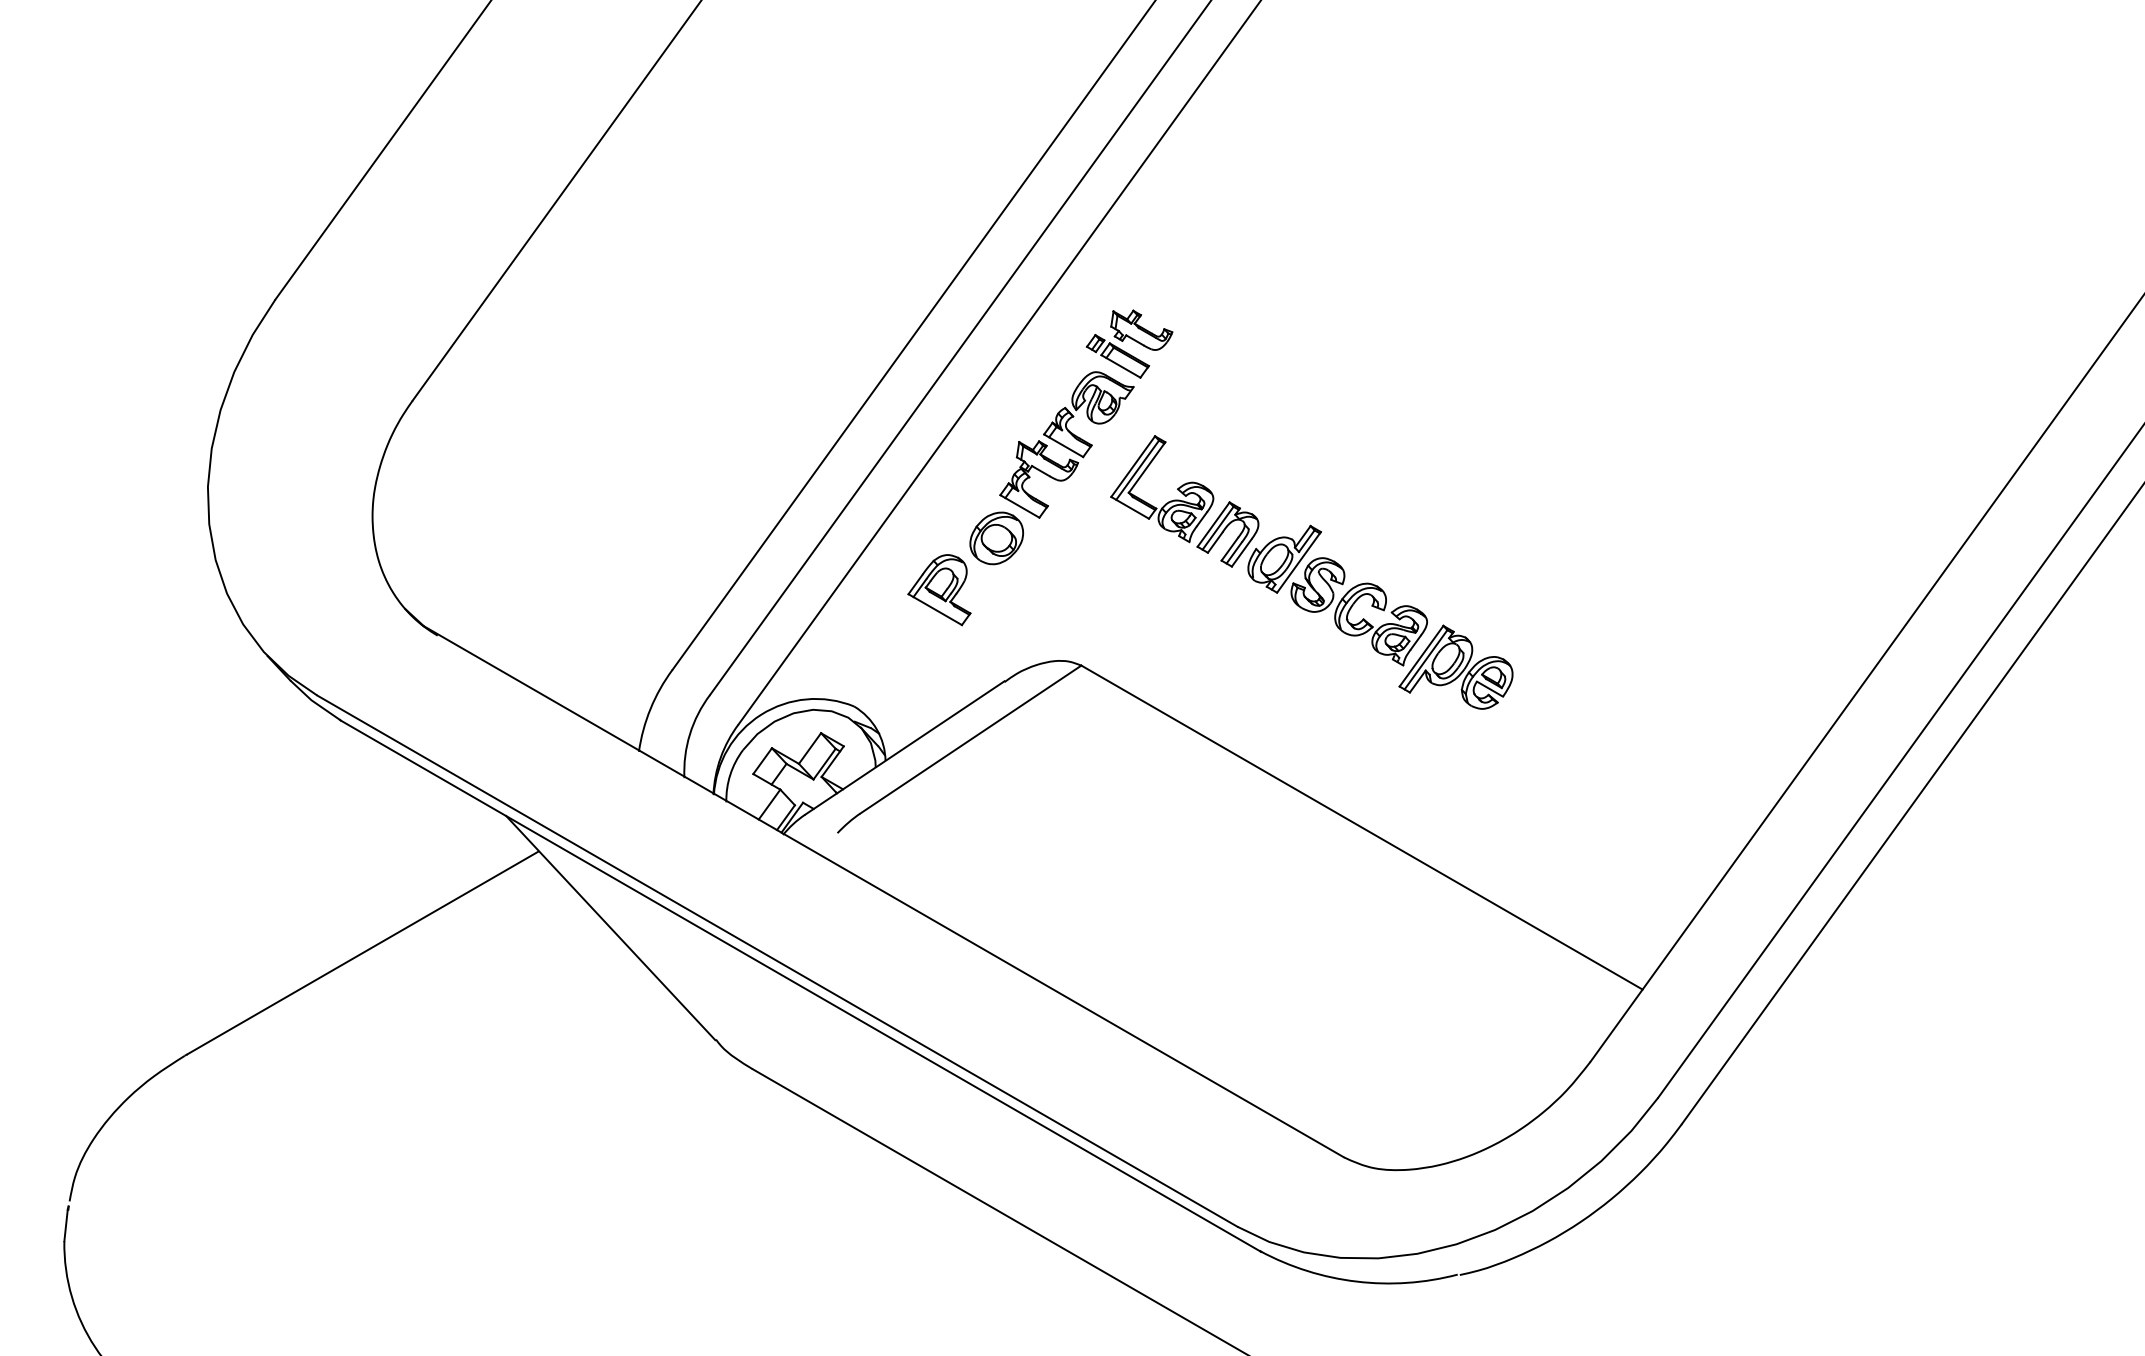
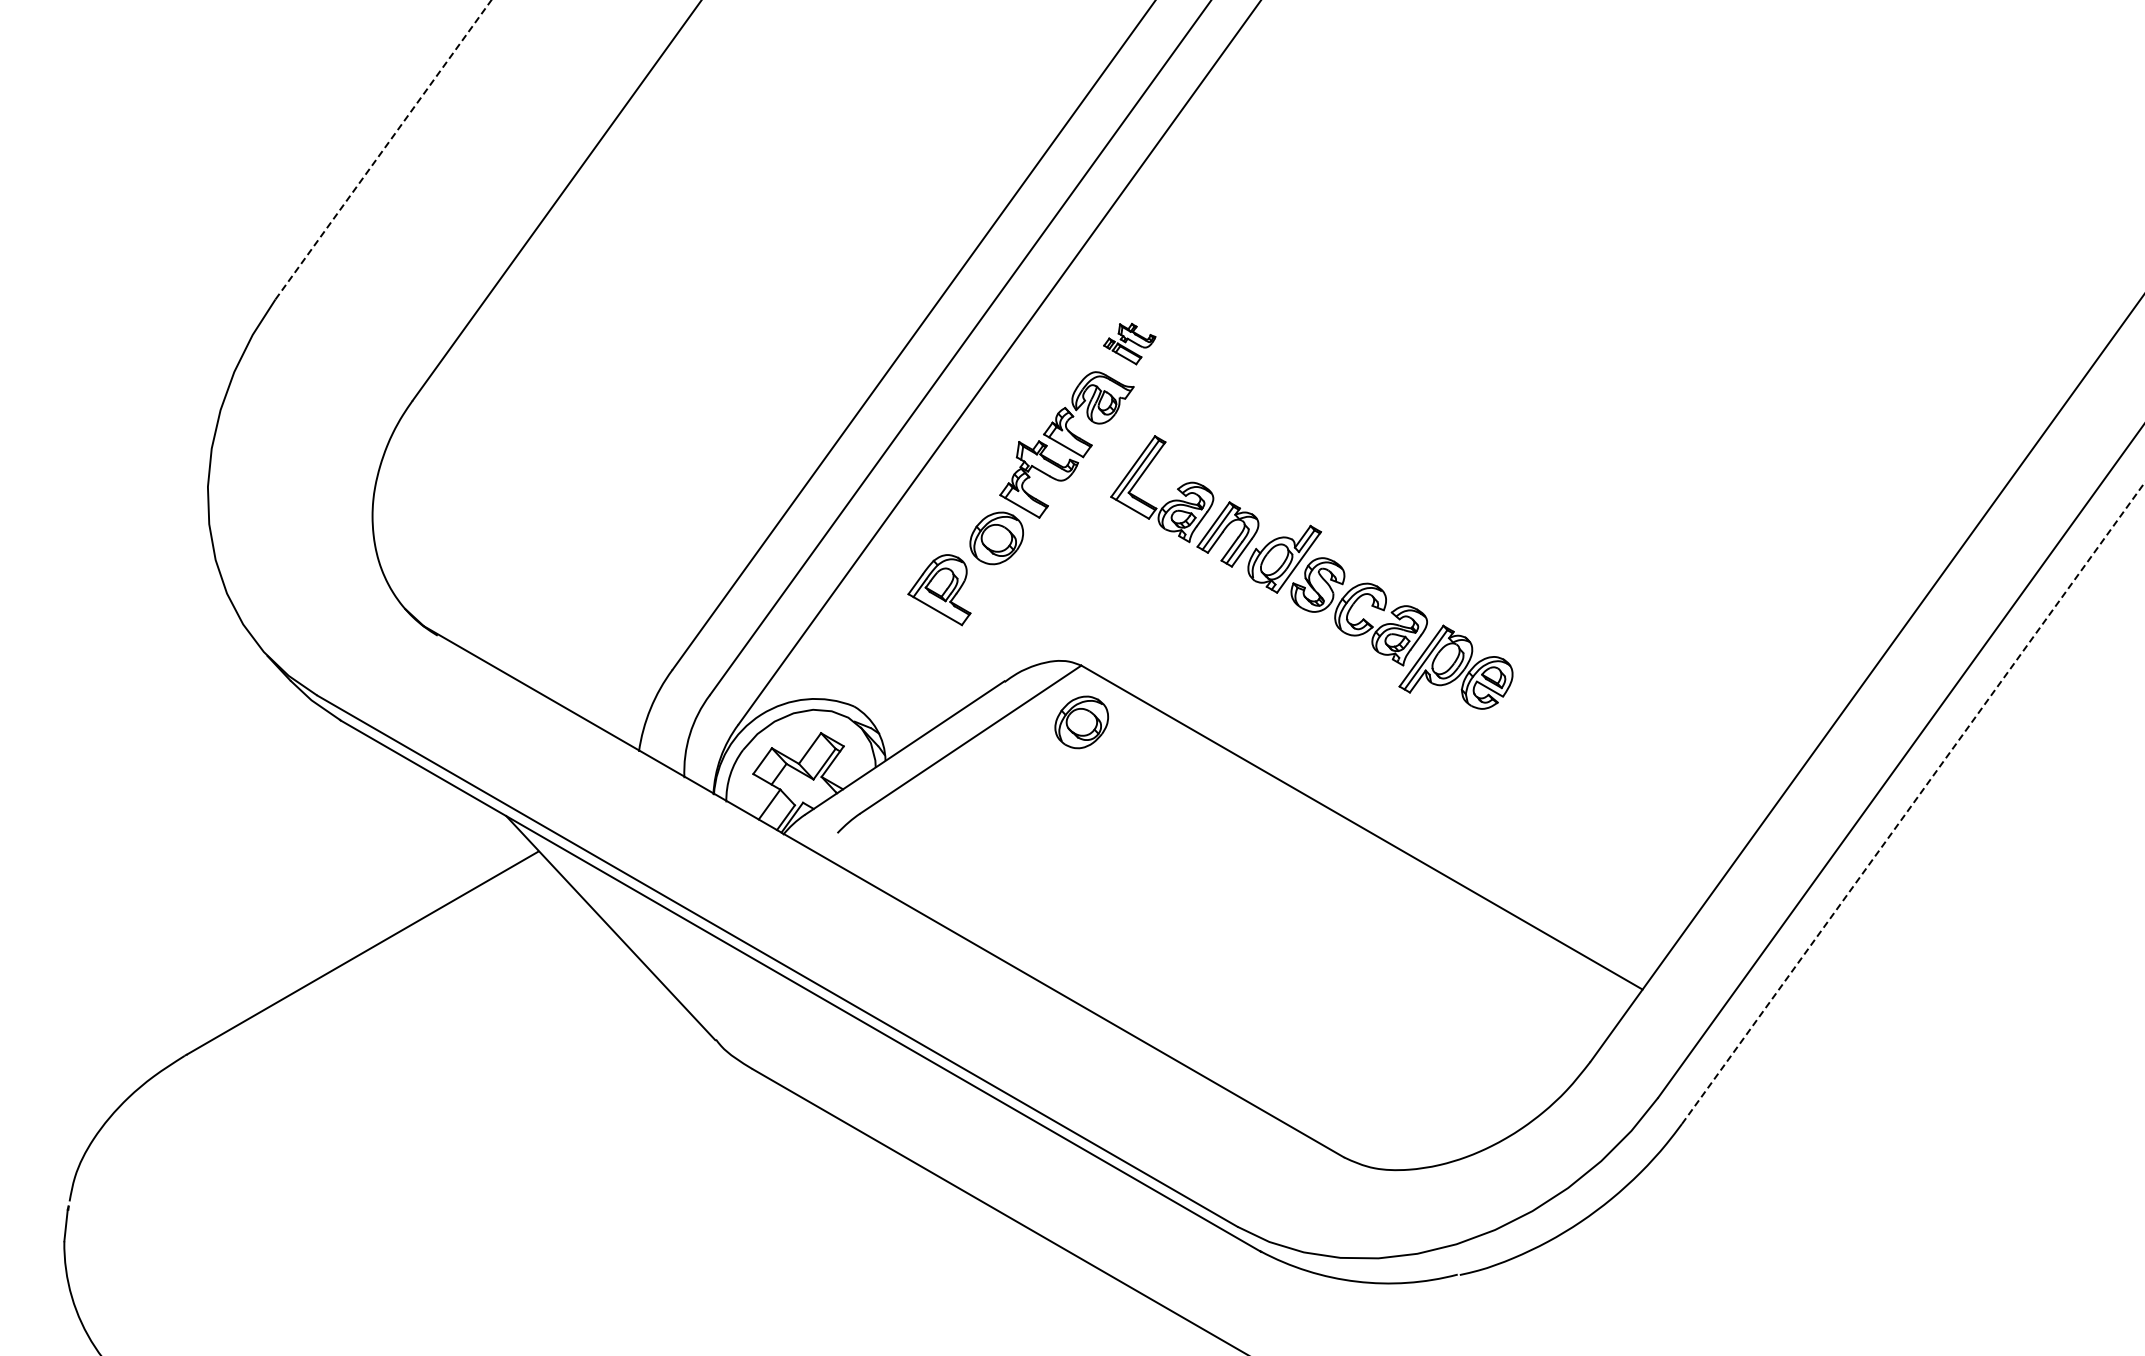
line at (383, 149): solid -> dashed
part at (1129, 343) size: 88x70 px -> 54x44 px
part at (1081, 722): none -> present
line at (1913, 803): solid -> dashed
